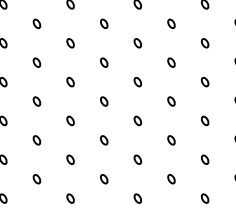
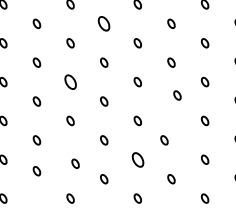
part at (104, 23) size: 9x12 px -> 14x16 px
part at (70, 81) size: 9x12 px -> 13x16 px
part at (171, 101) position: (171, 101) -> (177, 95)
part at (171, 140) position: (171, 140) -> (164, 140)
part at (70, 159) position: (70, 159) -> (75, 163)
part at (137, 159) size: 9x11 px -> 14x16 px
part at (36, 179) position: (36, 179) -> (36, 171)
